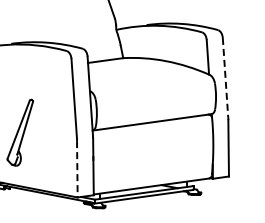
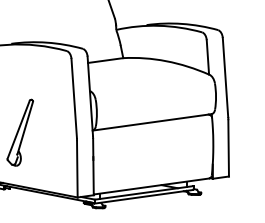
line at (225, 77): dashed -> solid
line at (77, 169): dashed -> solid
